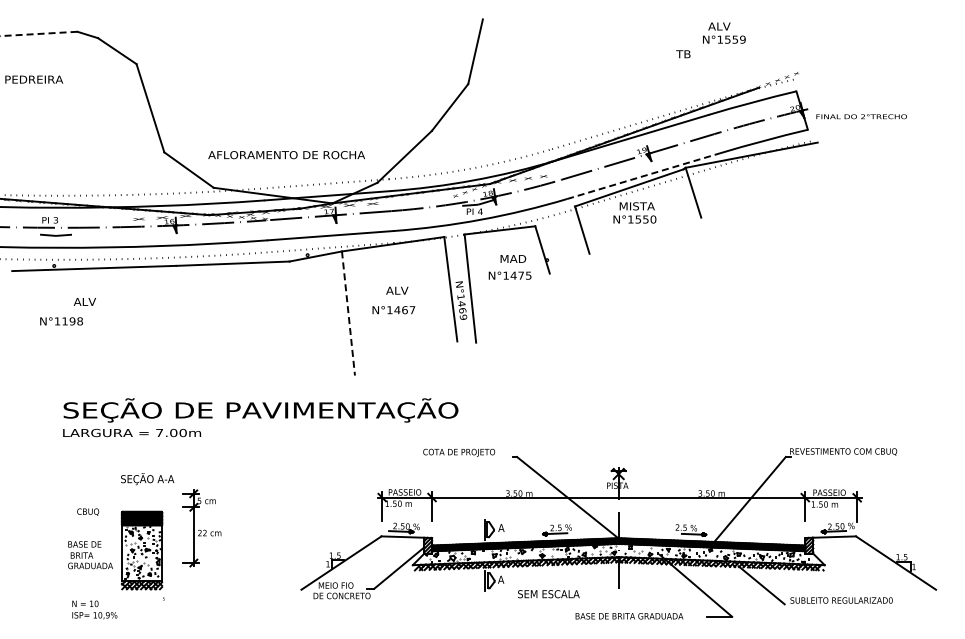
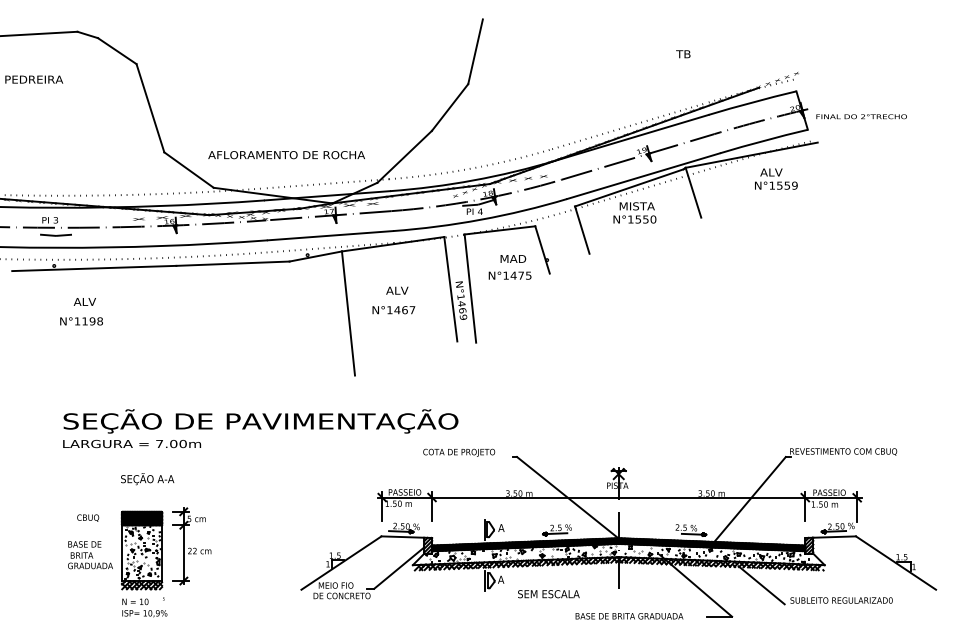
text at (724, 32) position: (724, 32) -> (776, 178)
line at (38, 33): dashed -> solid
line at (643, 176): dashed -> solid
line at (348, 314): dashed -> solid
text at (61, 321) position: (61, 321) -> (81, 321)
text at (260, 417) position: (260, 417) -> (260, 428)
text at (88, 511) position: (88, 511) -> (88, 517)
part at (201, 528) position: (201, 528) -> (191, 546)
text at (94, 609) position: (94, 609) -> (144, 607)
